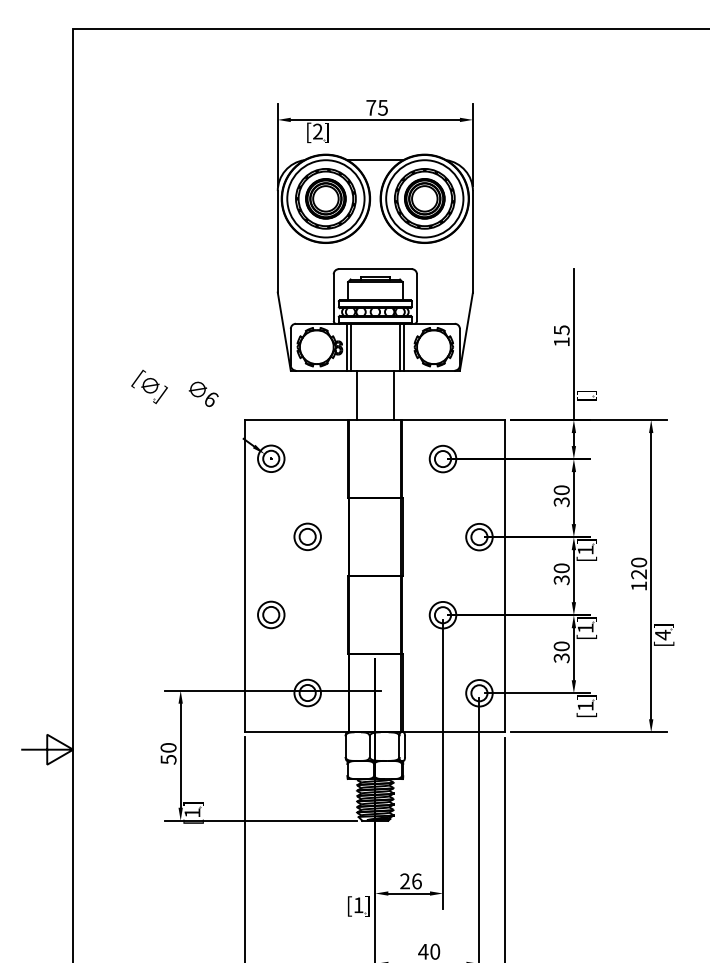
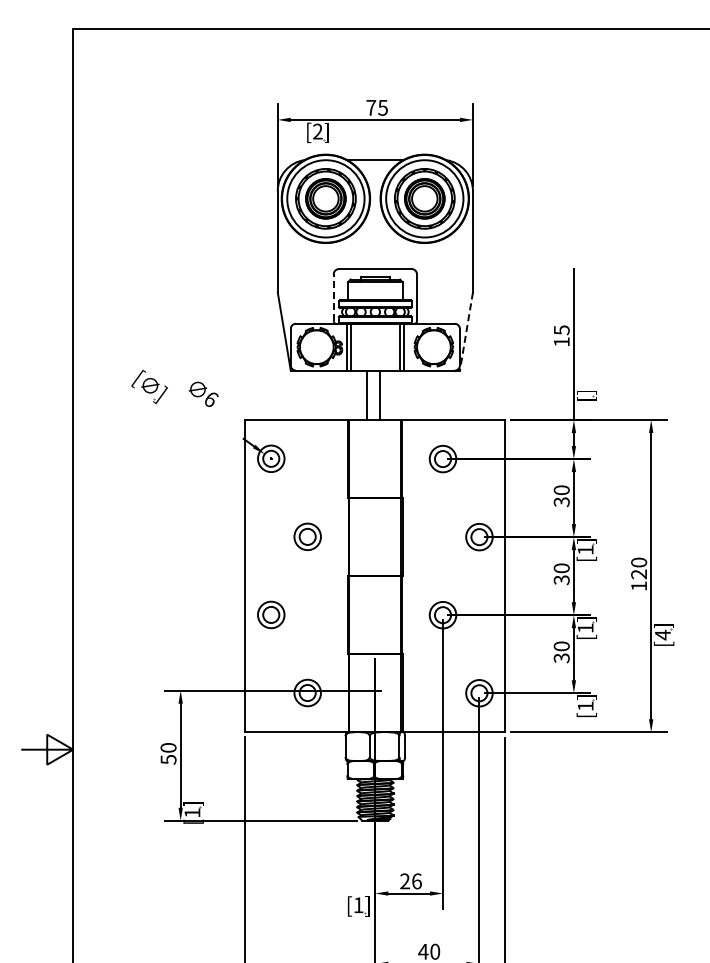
line at (333, 297): solid -> dashed
line at (466, 331): solid -> dashed
line at (357, 395) position: (357, 395) -> (367, 395)
line at (393, 395) position: (393, 395) -> (379, 395)
